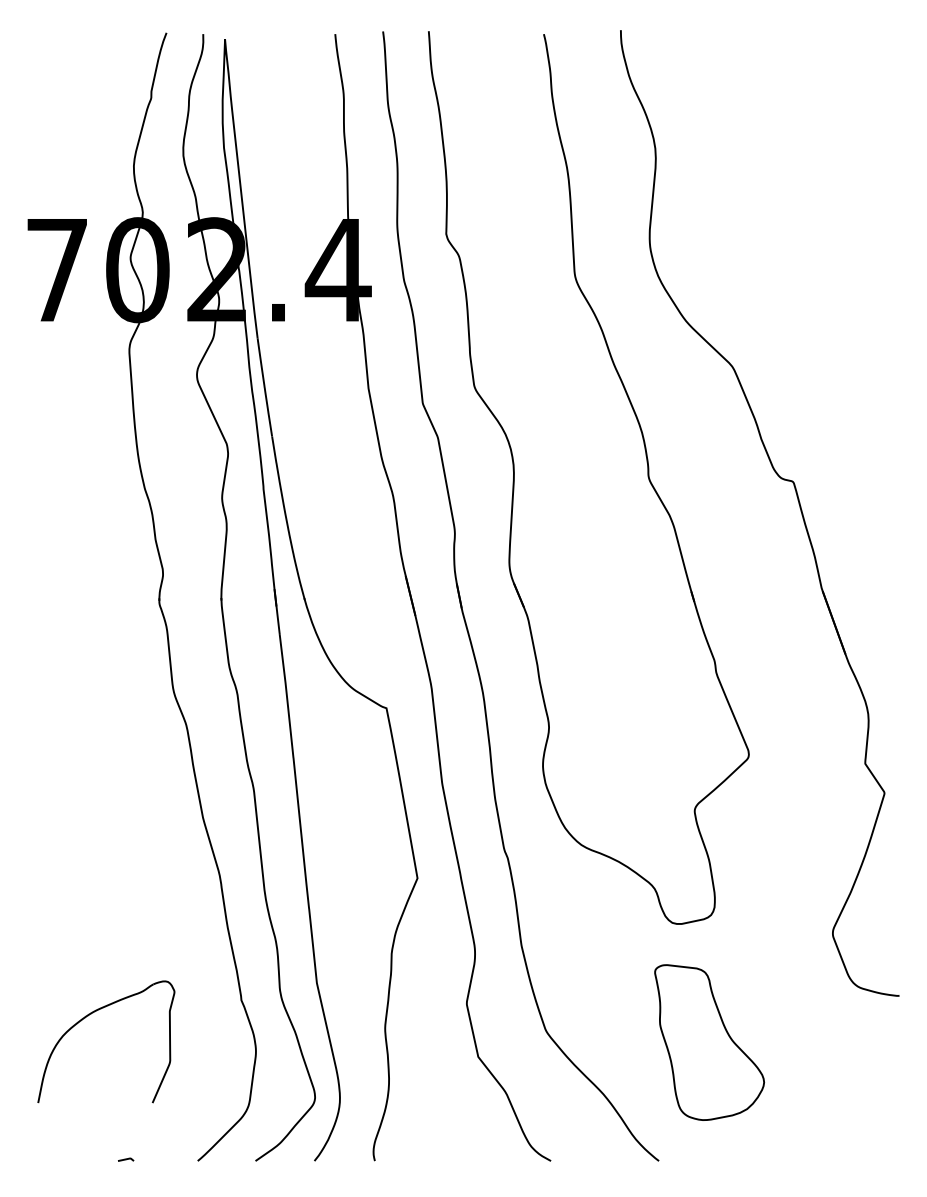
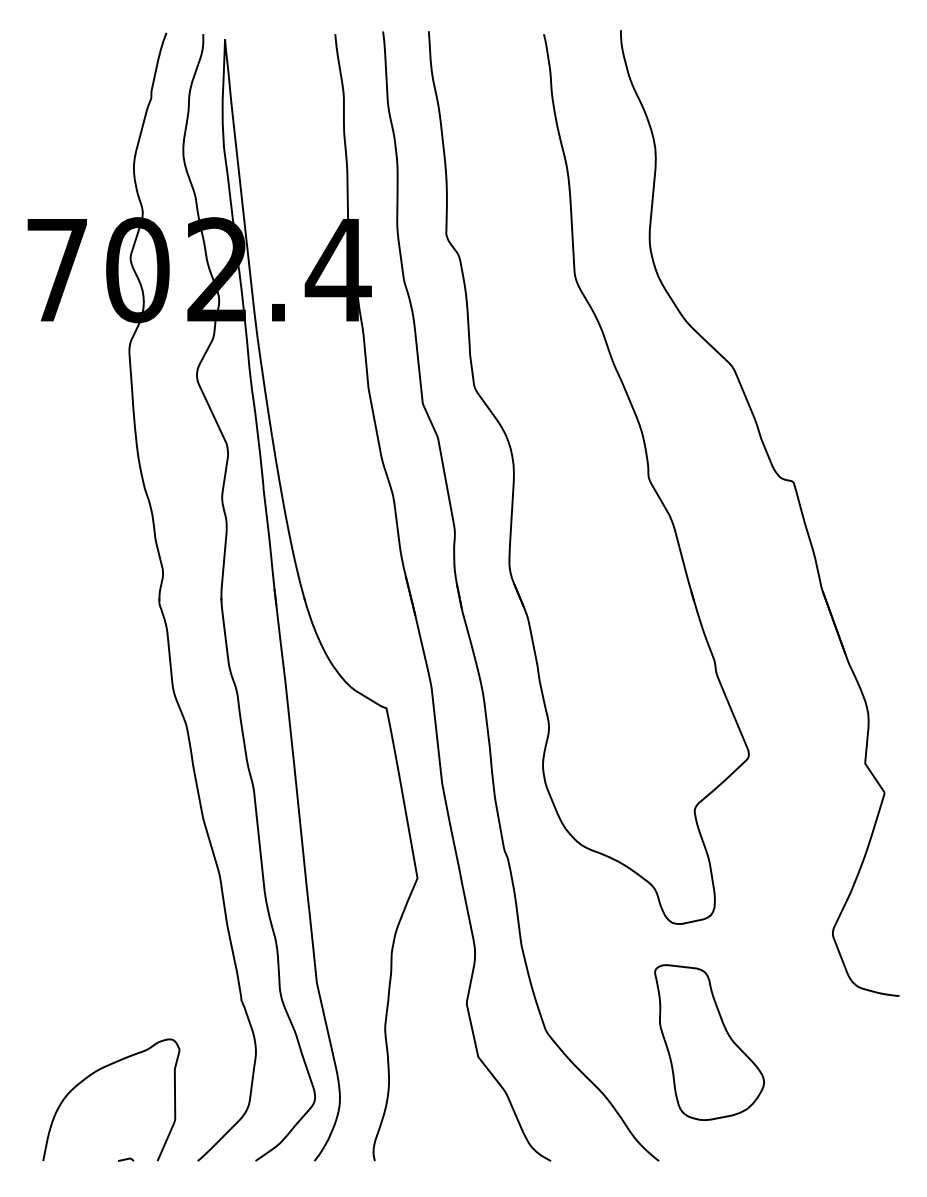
part at (88, 1016) position: (88, 1016) -> (93, 1074)
